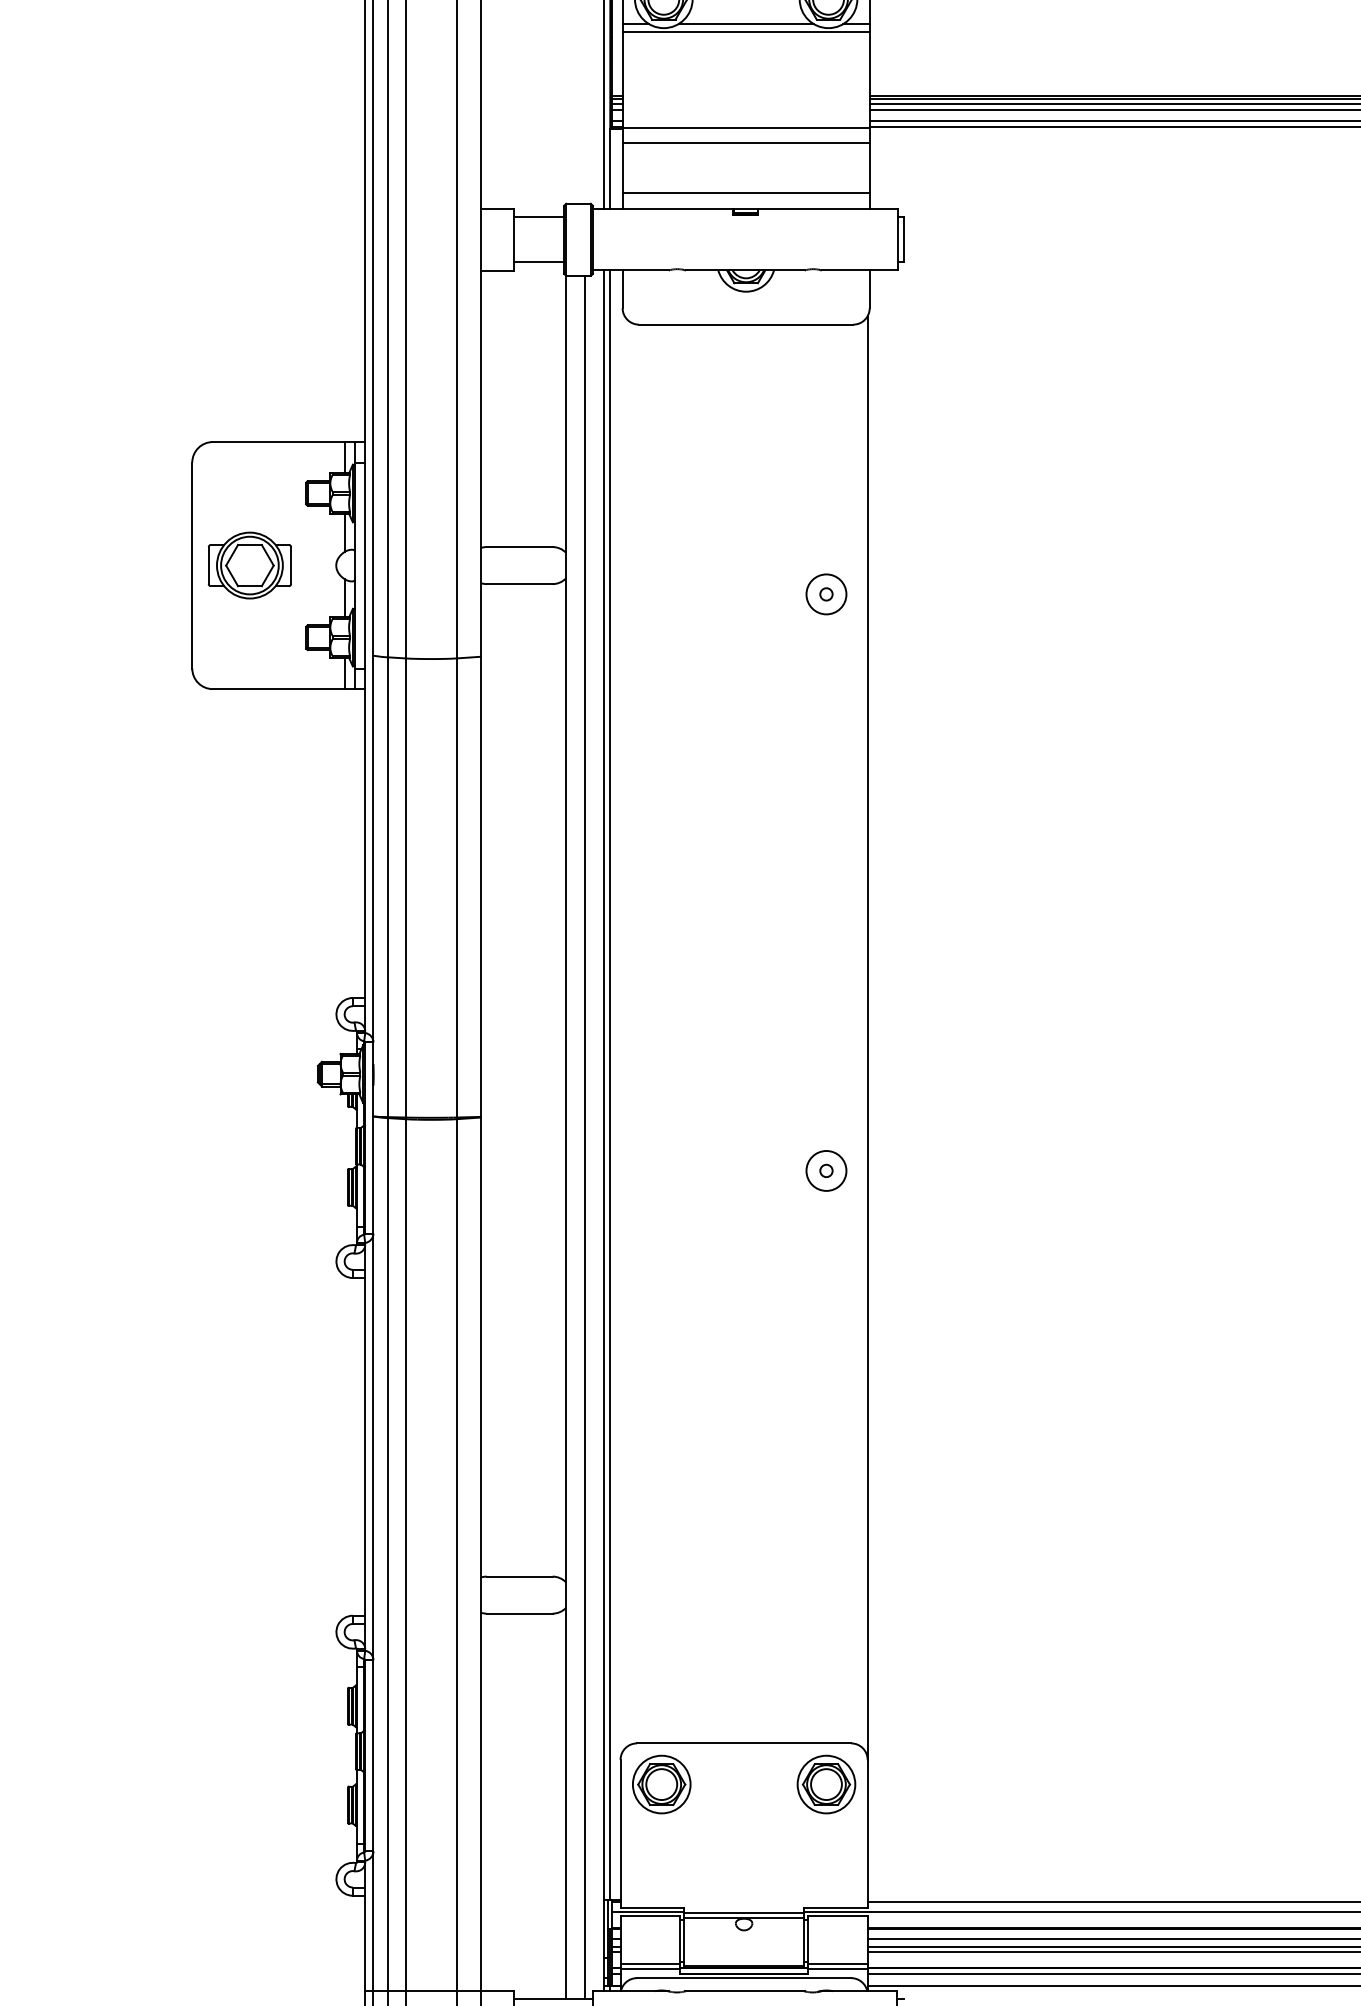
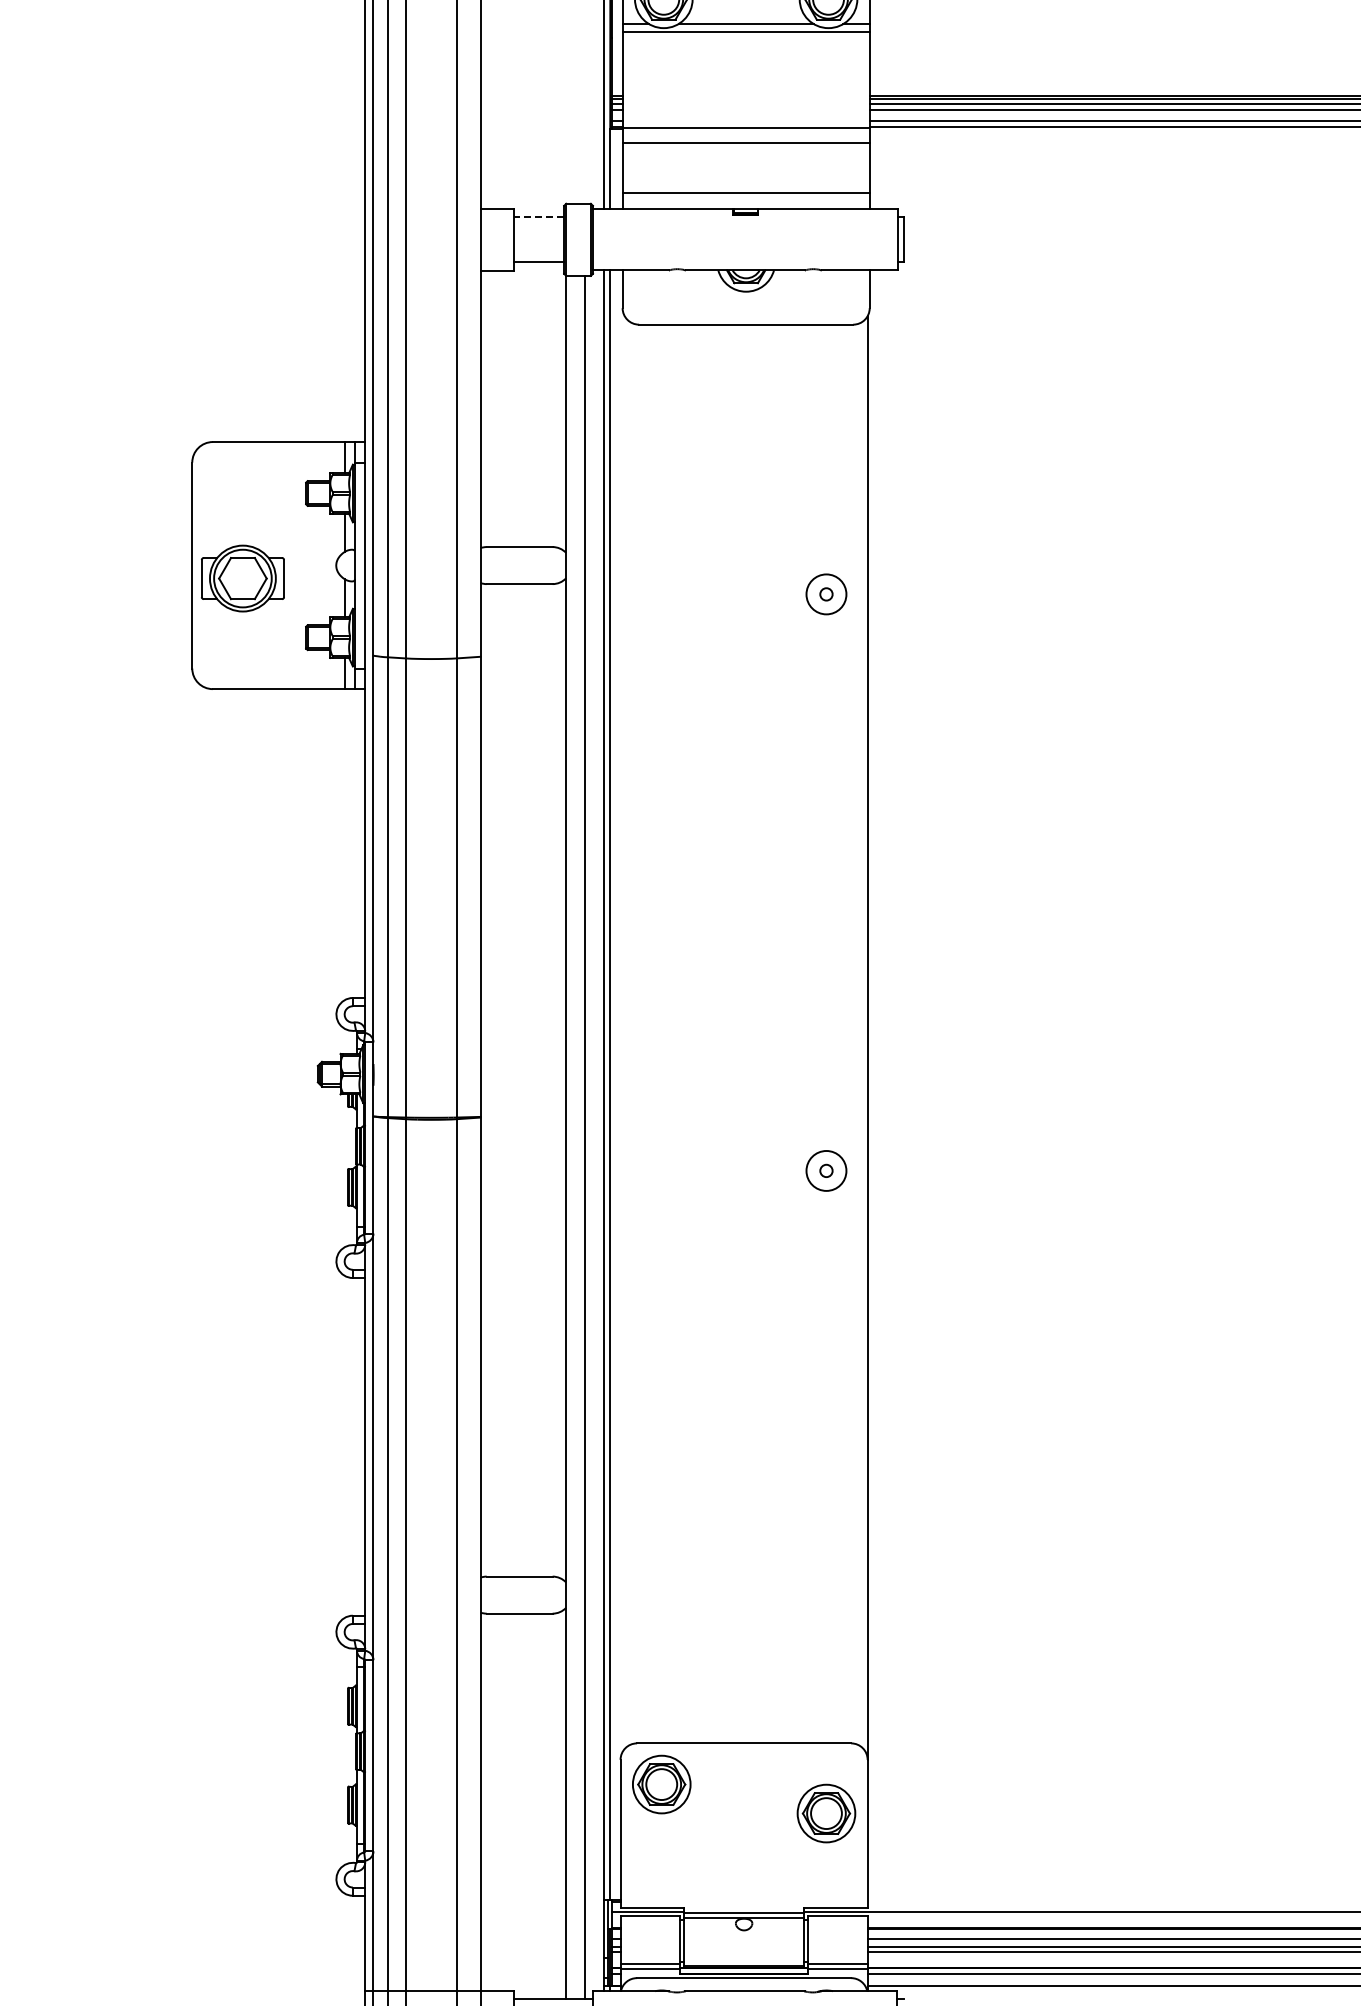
line at (539, 217): solid -> dashed
part at (249, 565) position: (249, 565) -> (242, 578)
part at (826, 1784) position: (826, 1784) -> (826, 1813)
line at (1112, 1902): present -> none
